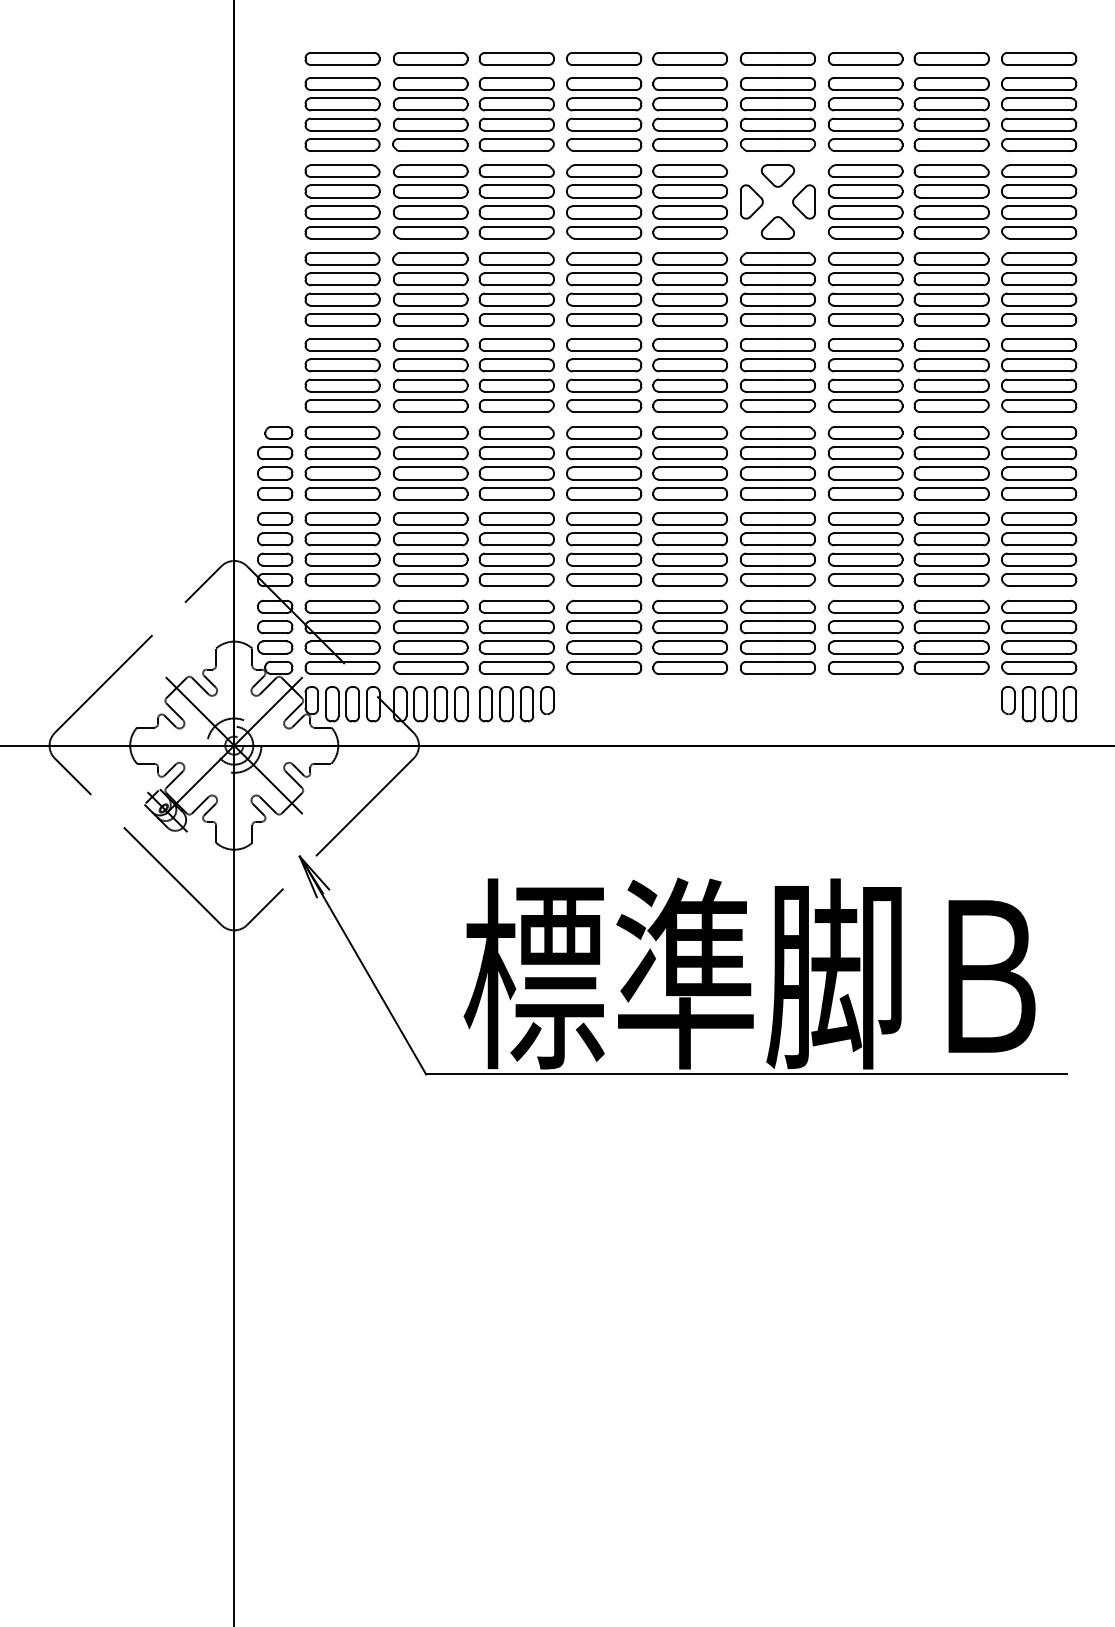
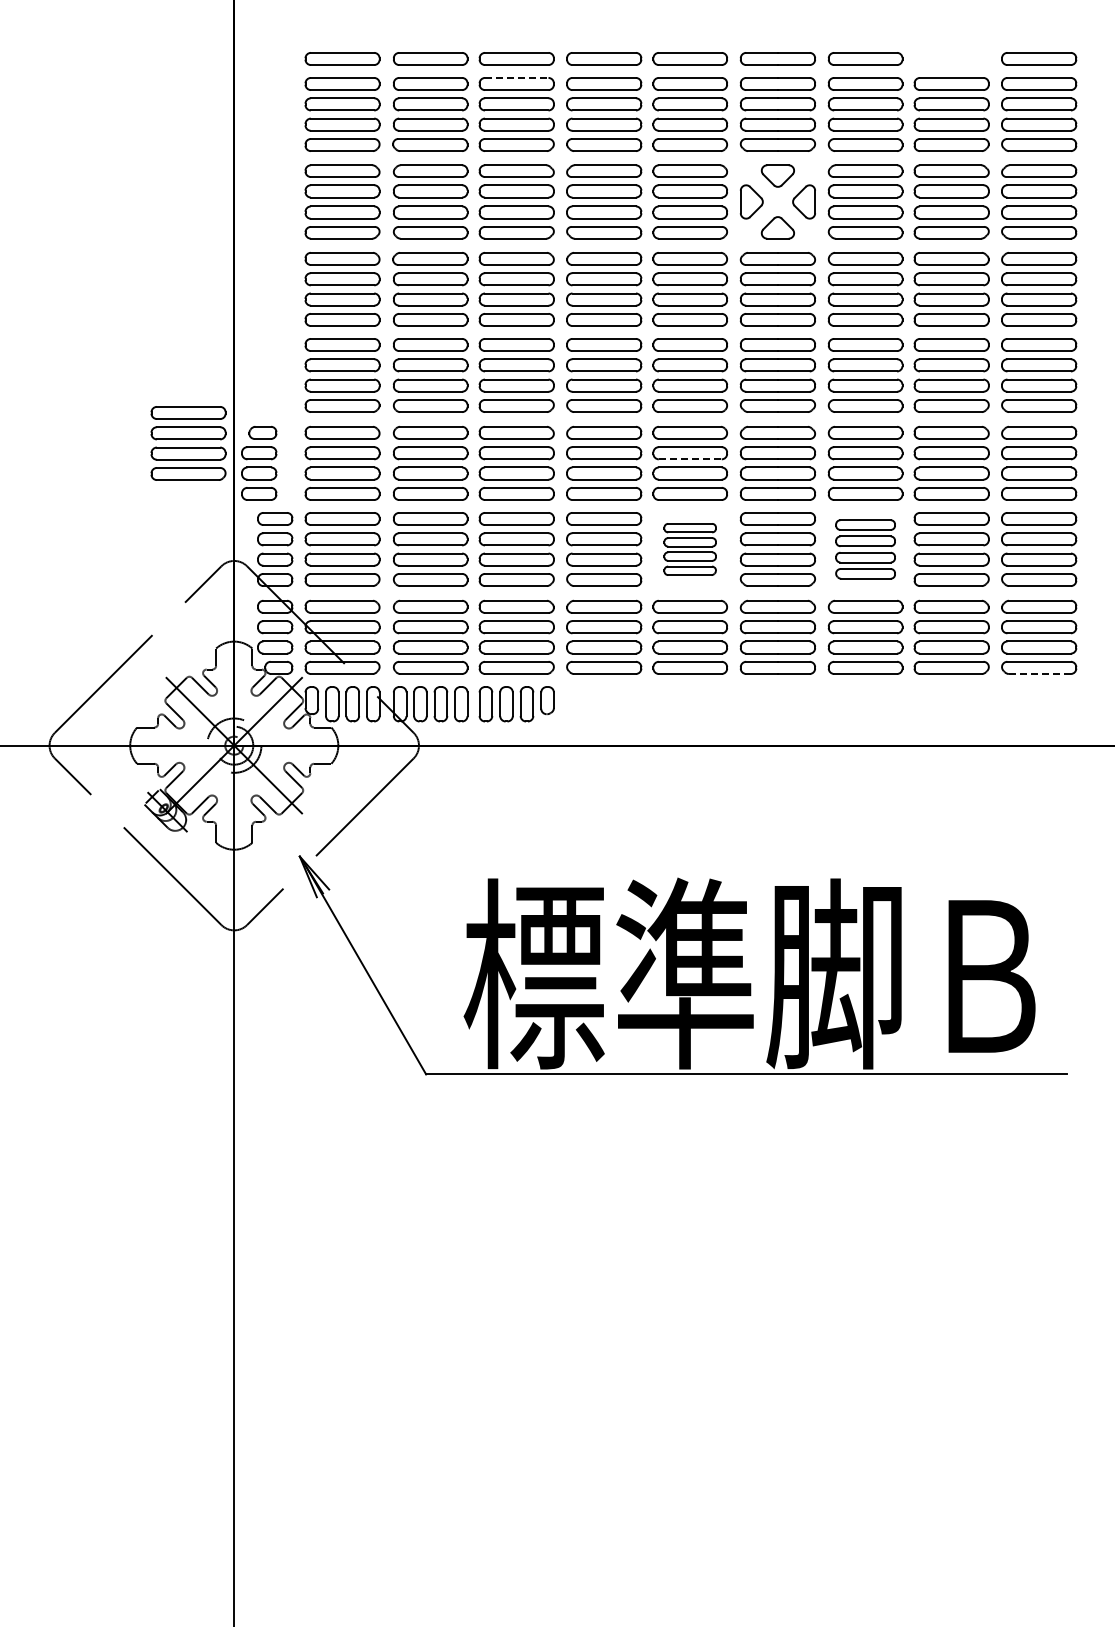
part at (951, 58): present -> none
line at (516, 77): solid -> dashed
part at (188, 443): none -> present
line at (690, 459): solid -> dashed
part at (275, 463) position: (275, 463) -> (259, 463)
part at (689, 549) size: 76x75 px -> 54x53 px
part at (865, 549) size: 77x75 px -> 61x61 px
line at (1039, 673): solid -> dashed
part at (1039, 704): present -> none
